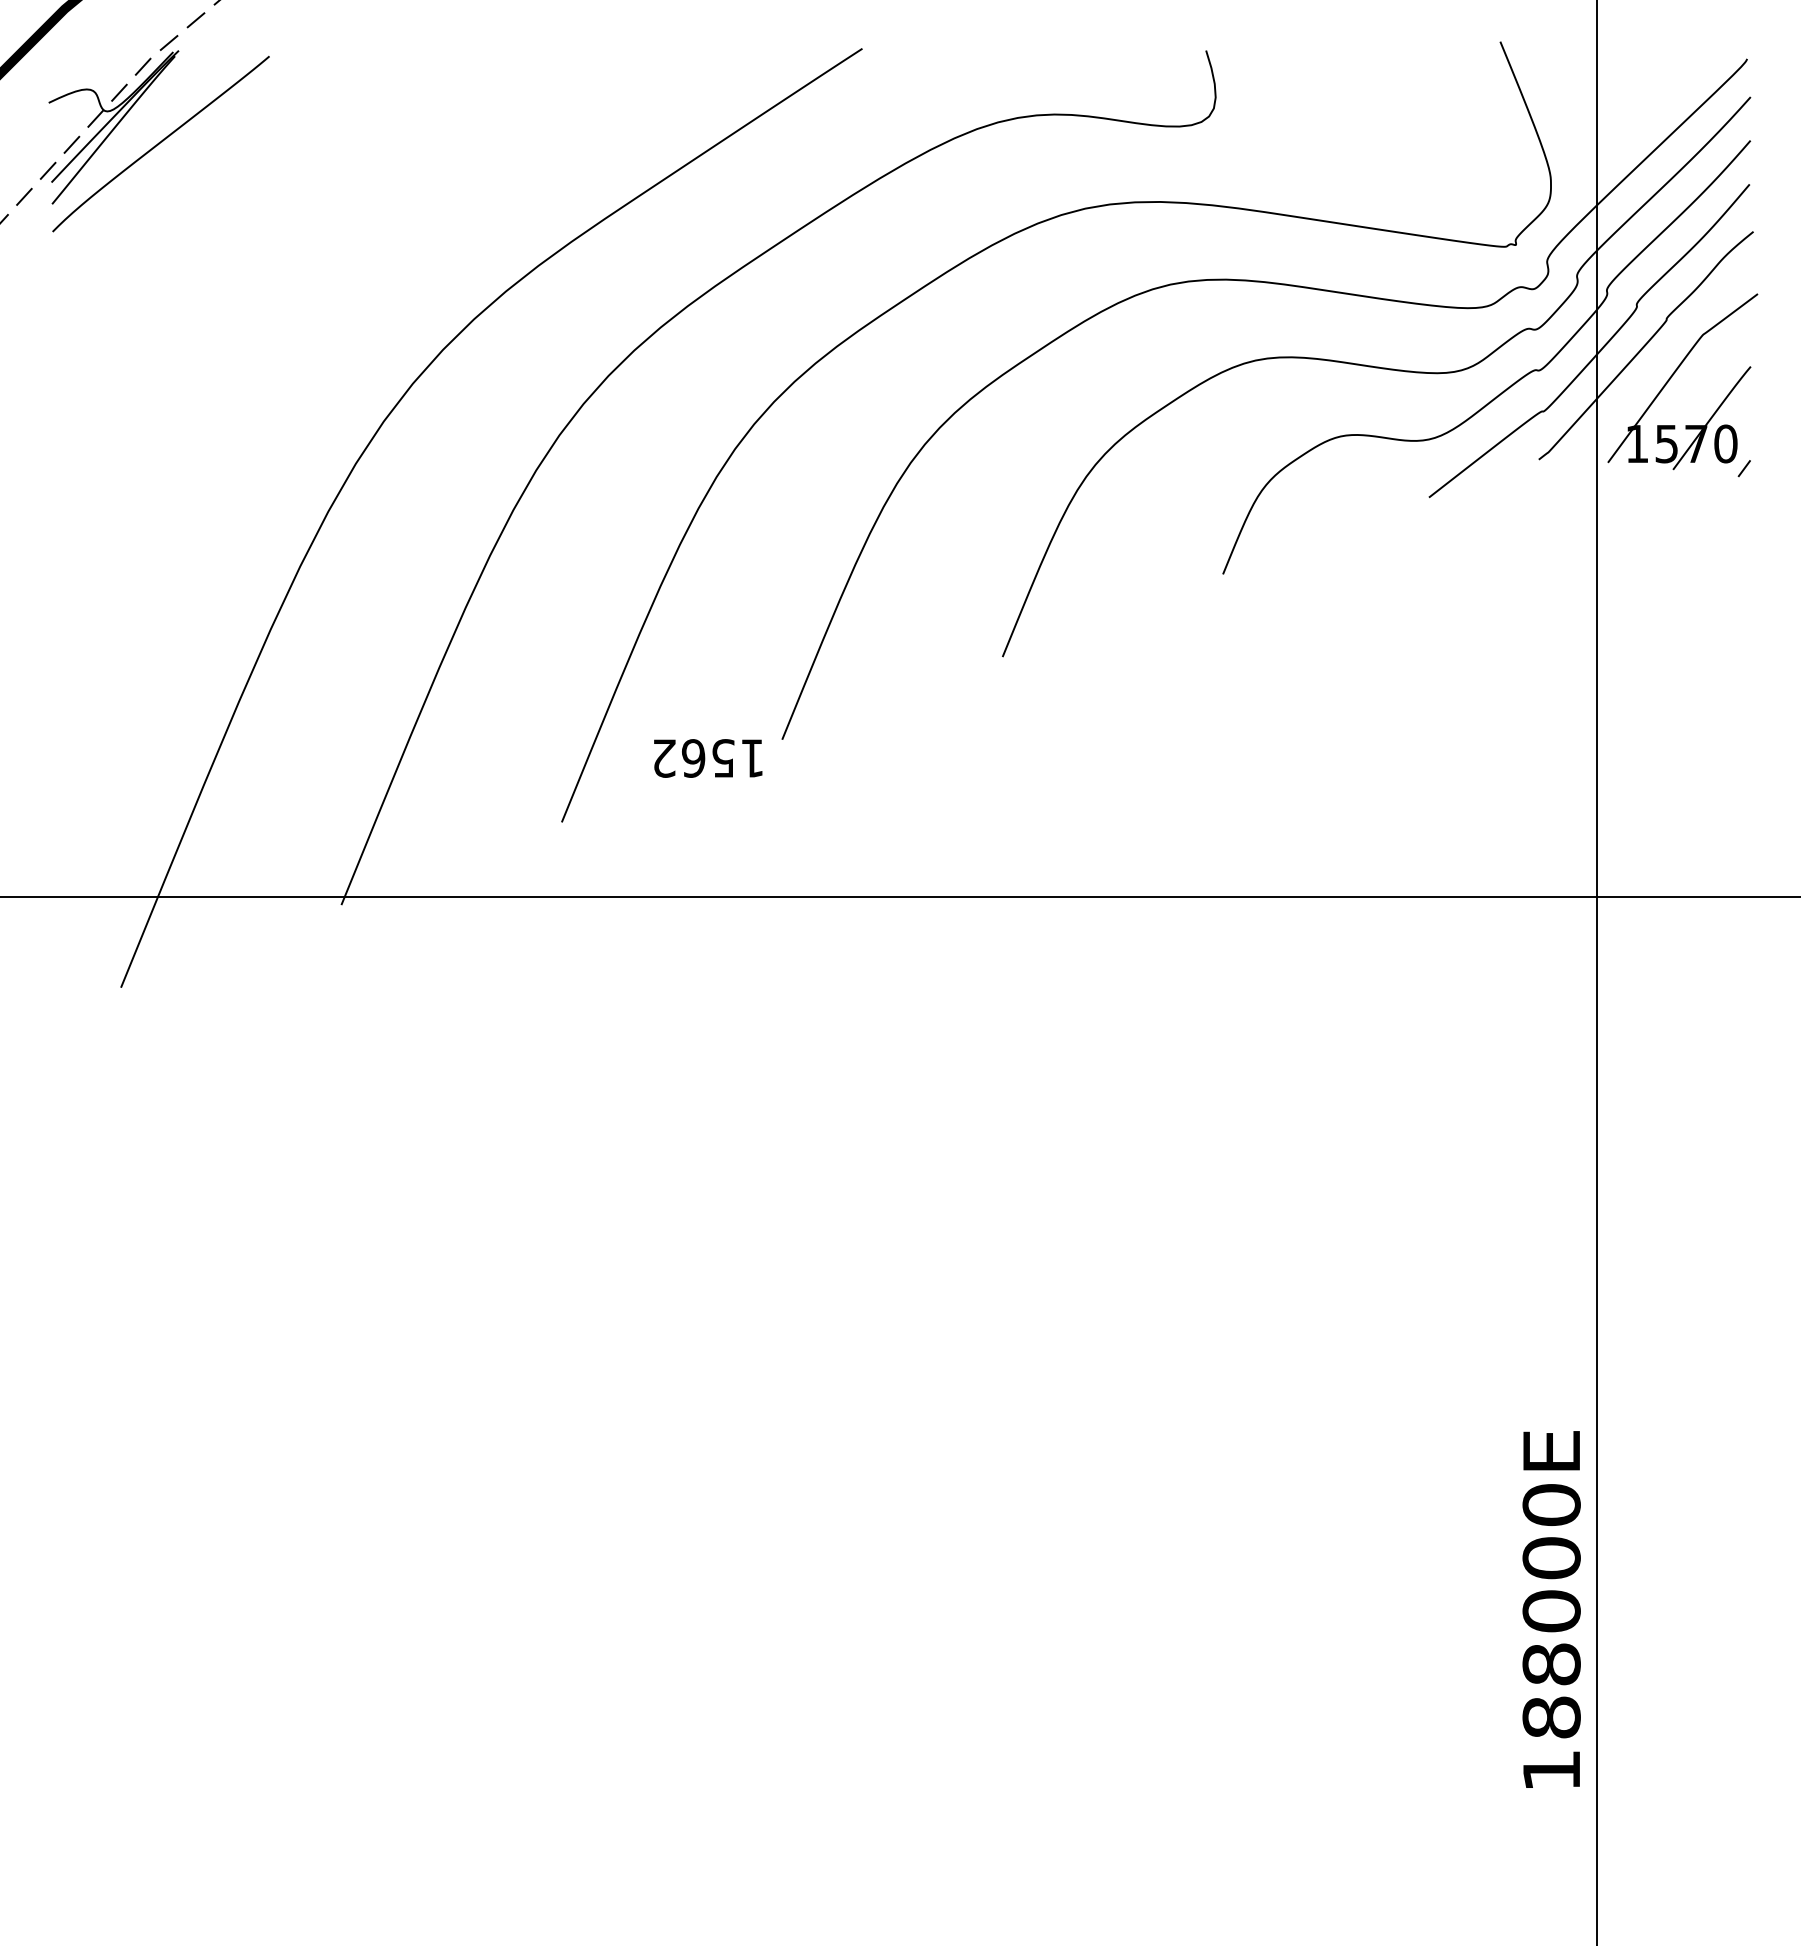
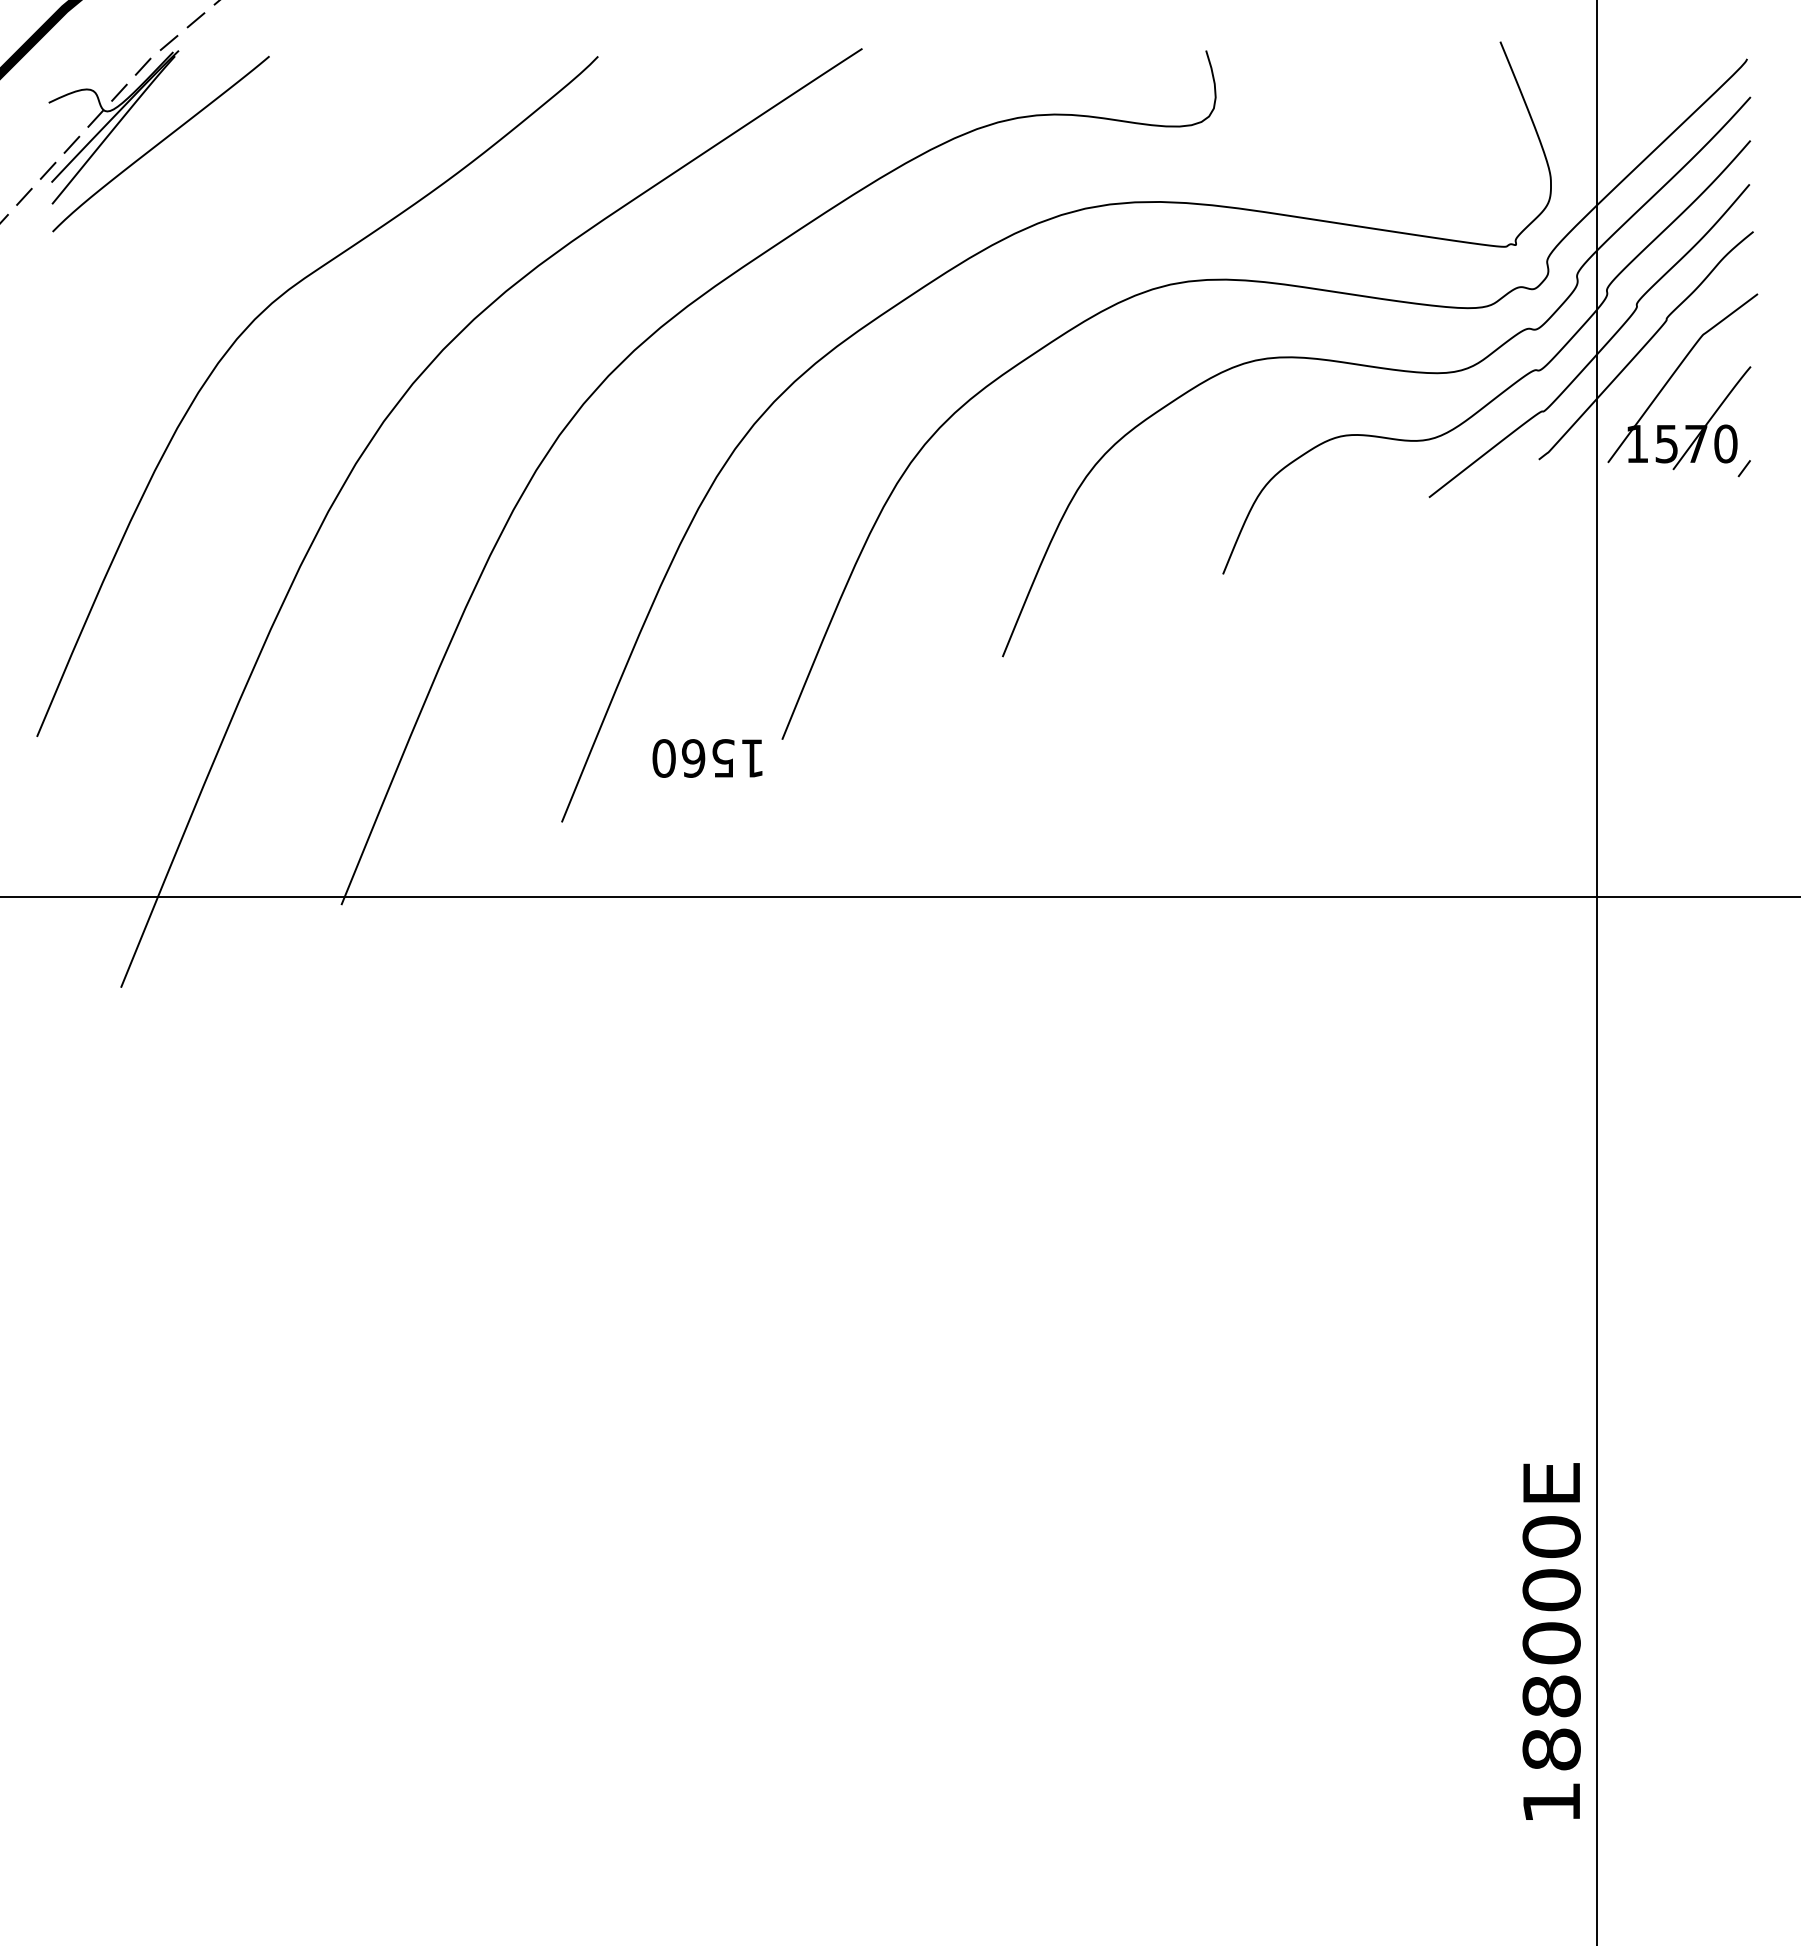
curve at (246, 330): none -> present
text at (663, 758): 1562 -> 1560
text at (1551, 1609) position: (1551, 1609) -> (1551, 1641)
